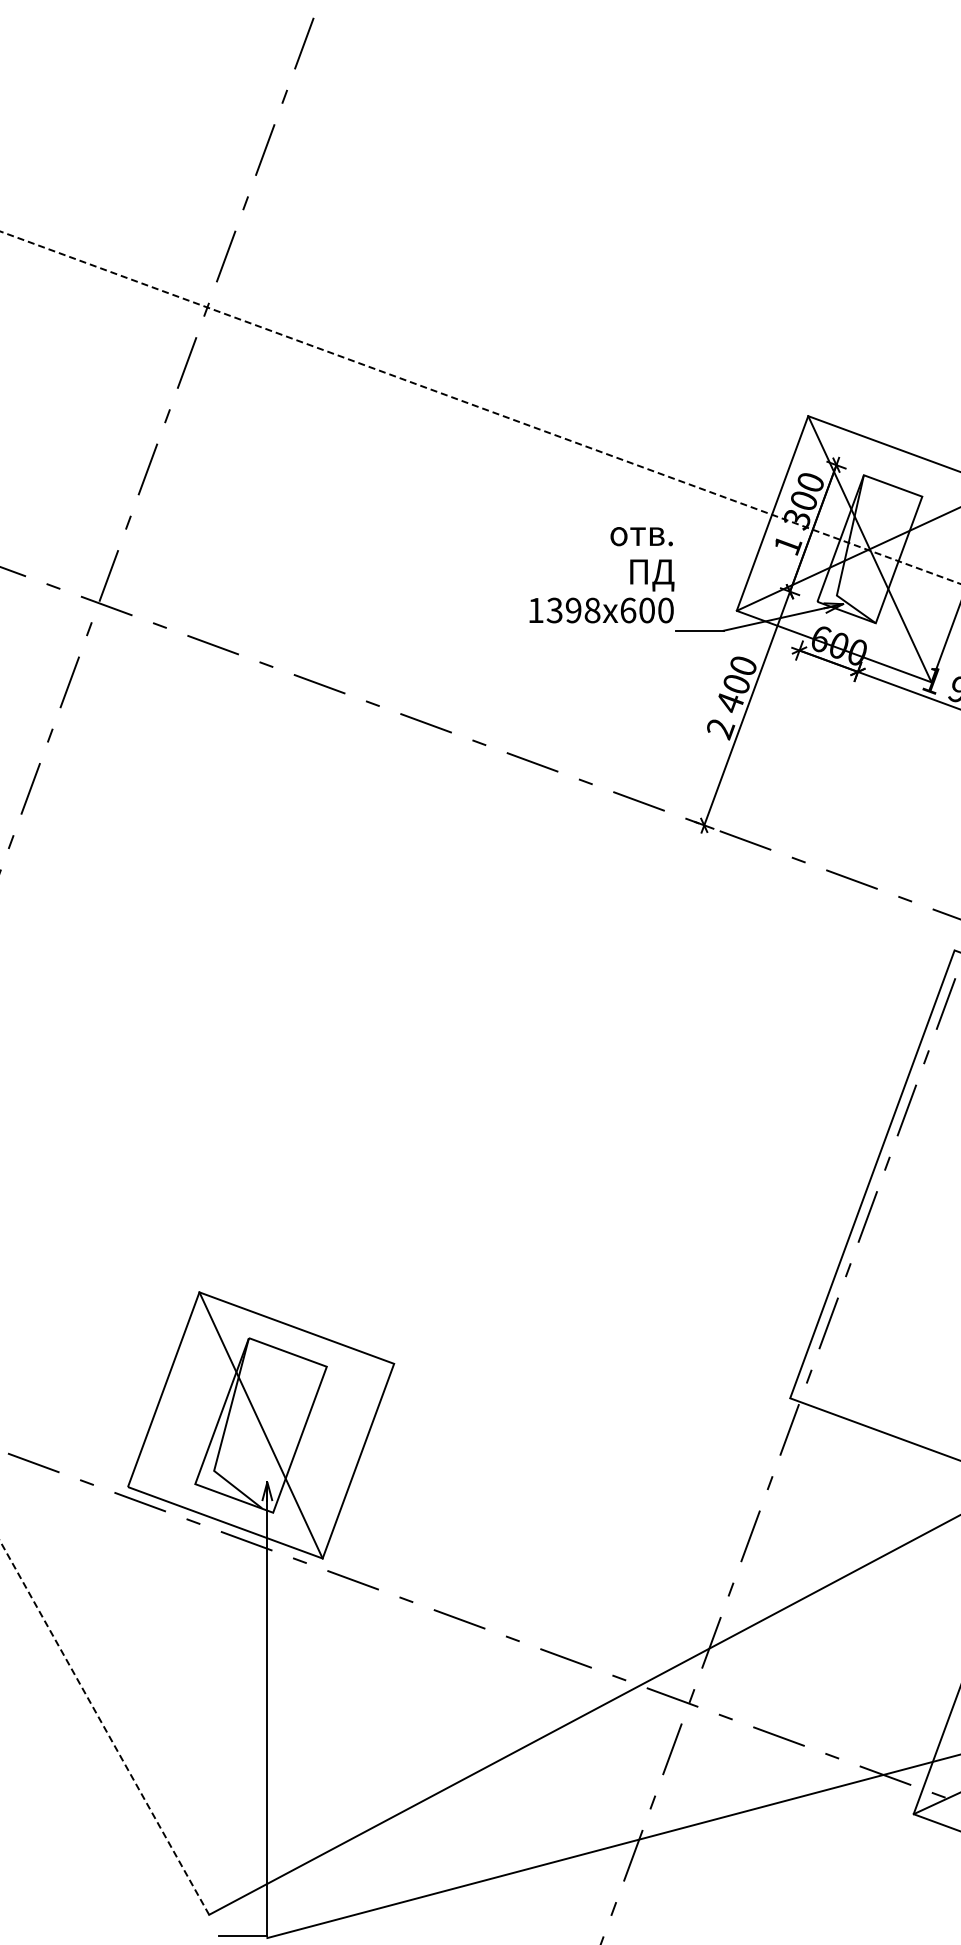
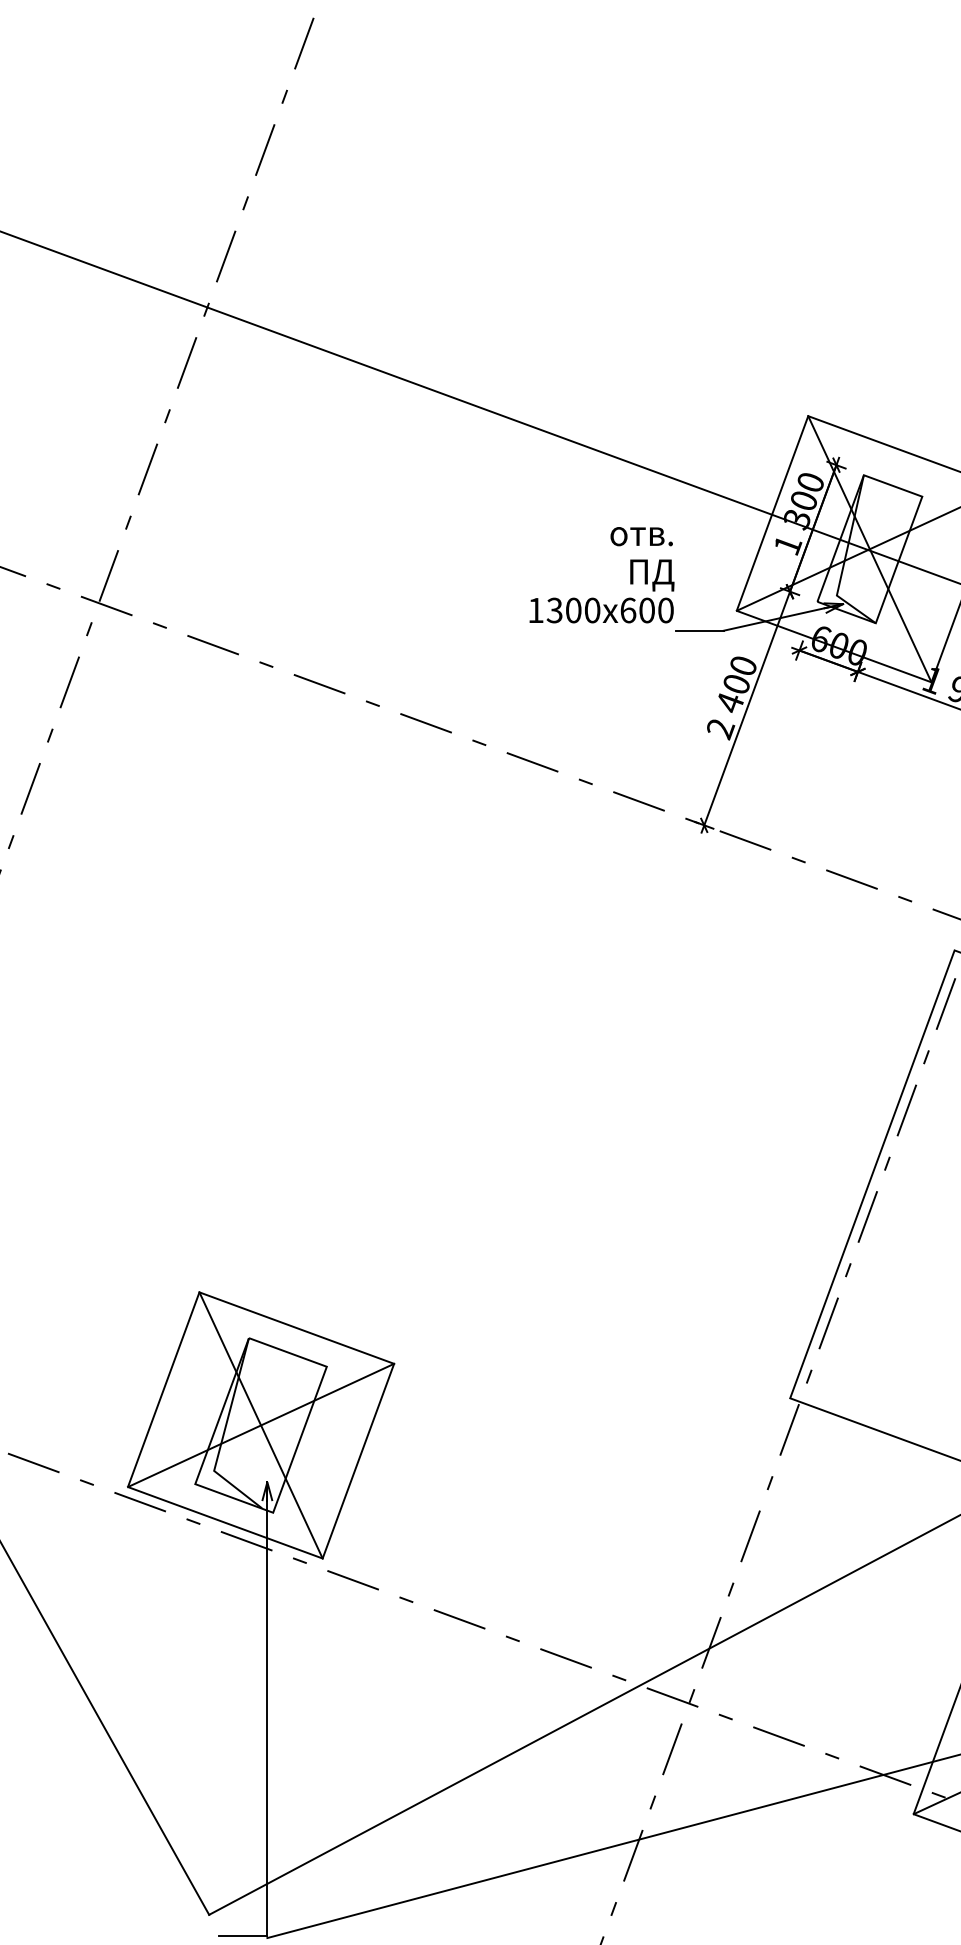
line at (481, 407): dashed -> solid
text at (582, 610): 1398x600 -> 1300x600
line at (260, 1425): none -> present
line at (104, 1728): dashed -> solid
